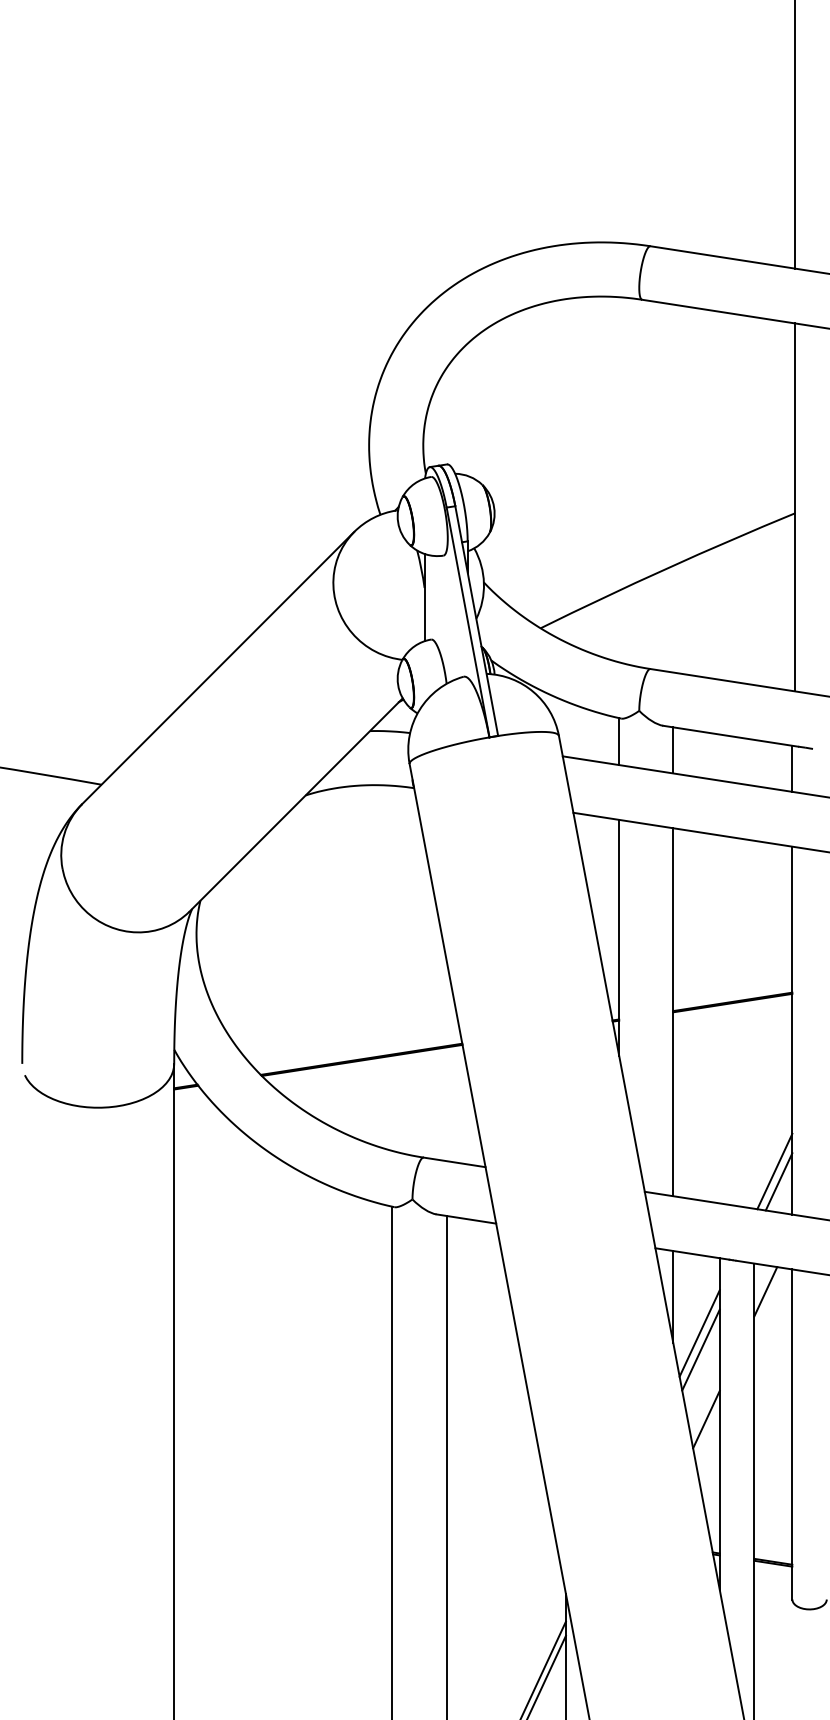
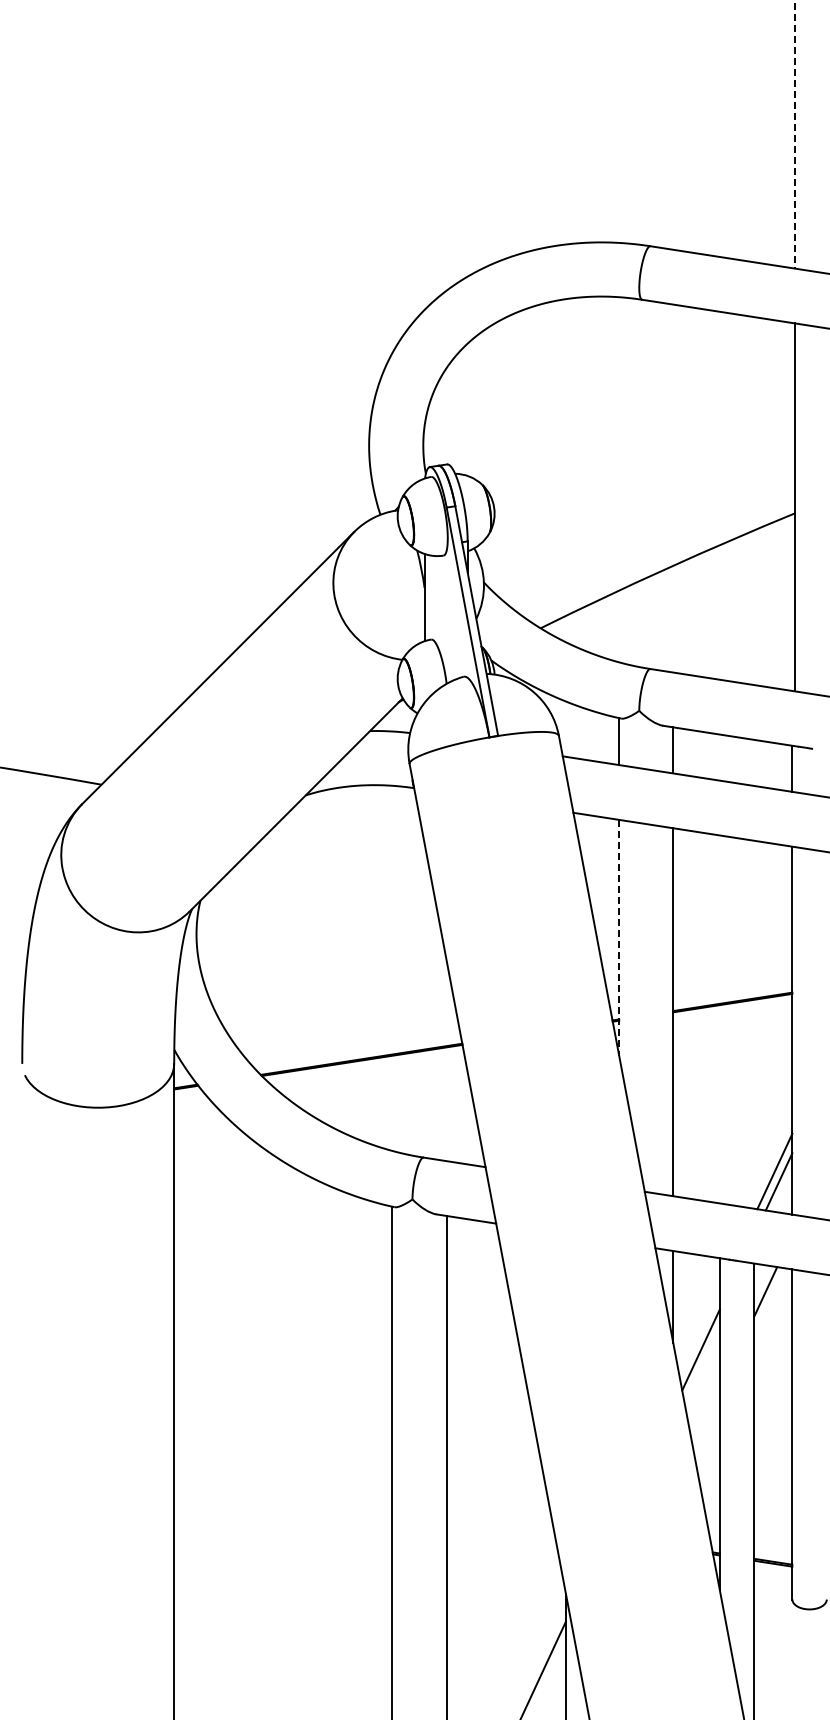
line at (795, 134): solid -> dashed
line at (619, 937): solid -> dashed
line at (699, 1333): present -> none
line at (706, 1419): present -> none
line at (546, 1675): present -> none
